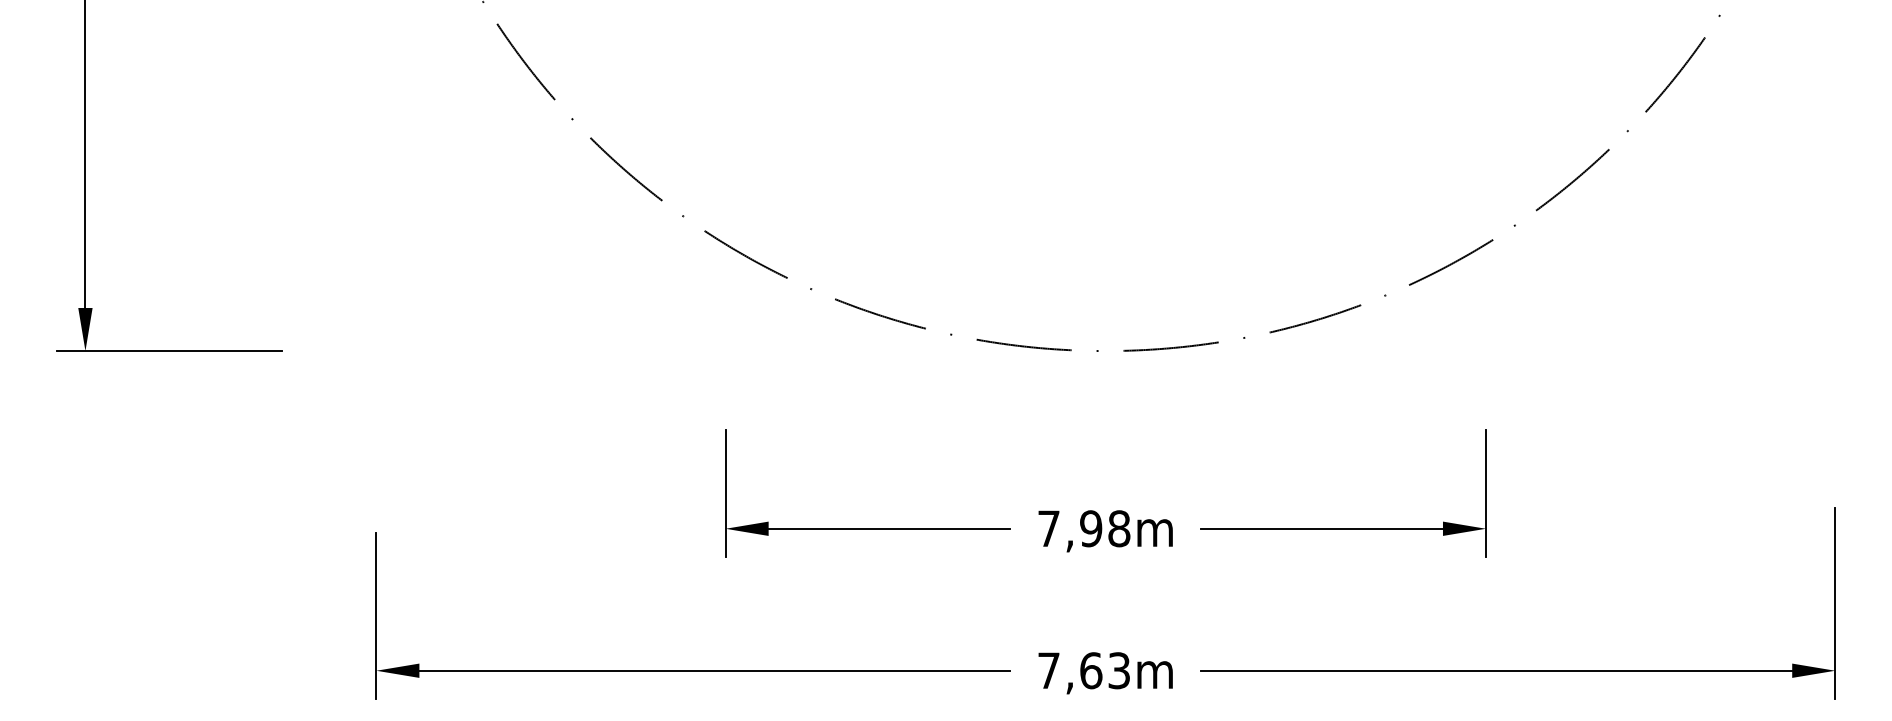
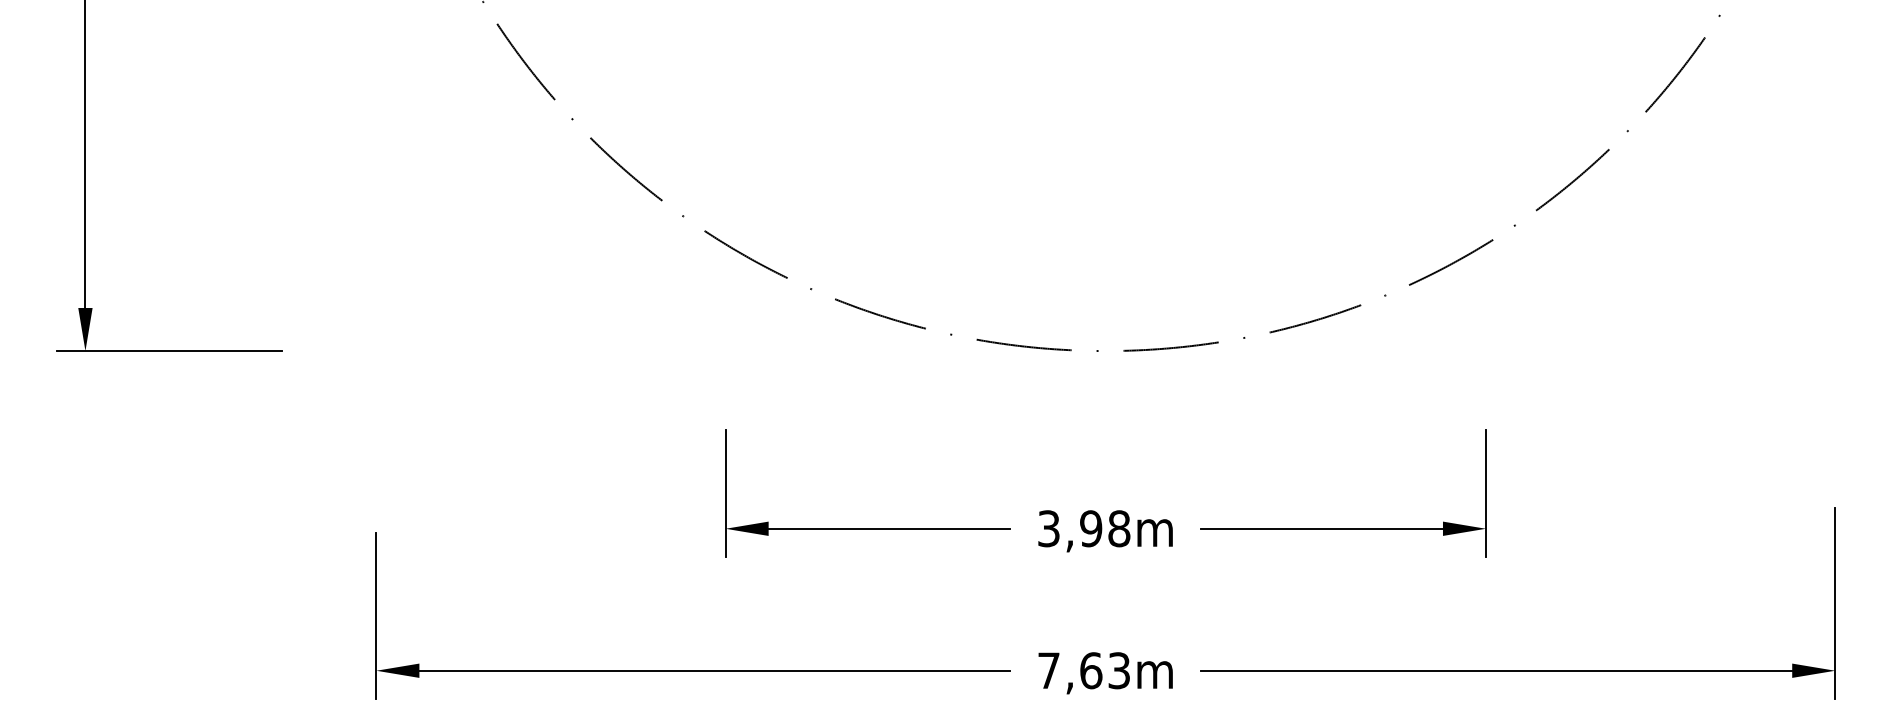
text at (1048, 528): 7,98m -> 3,98m
